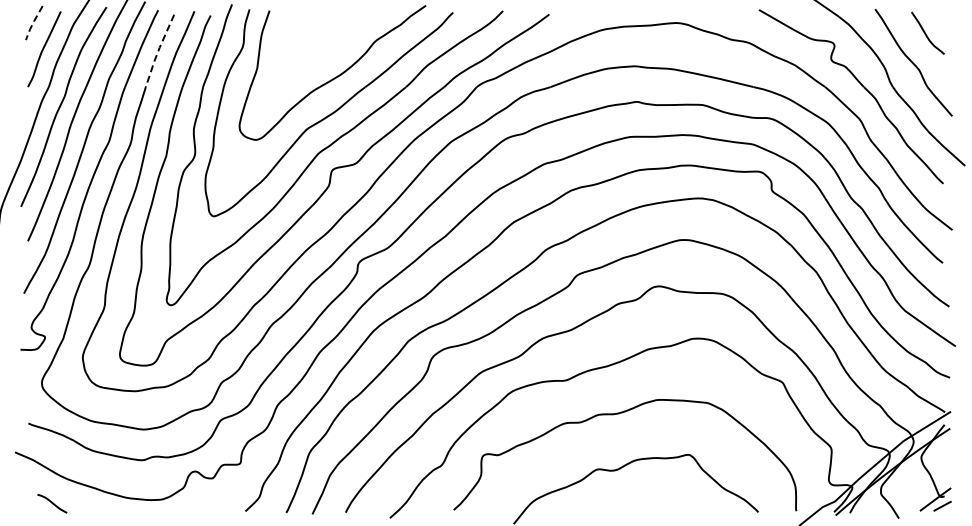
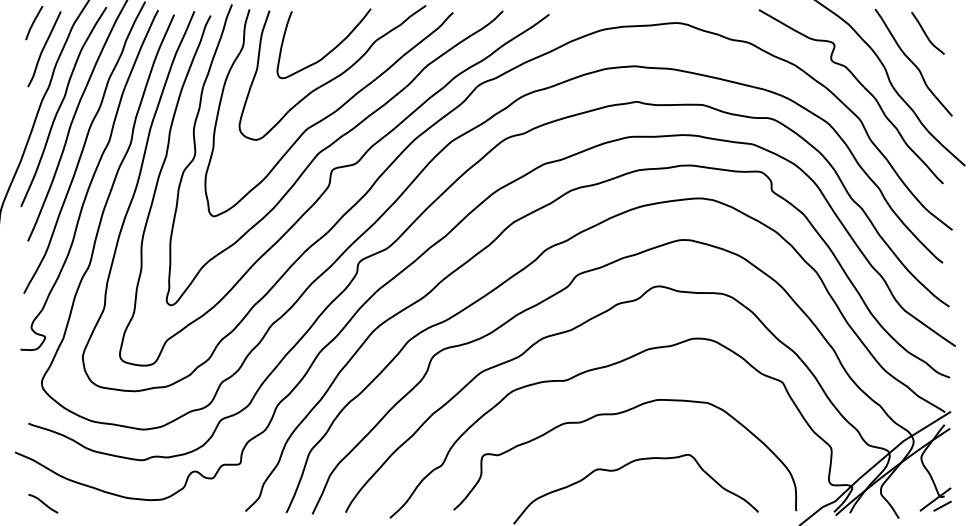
line at (33, 22): dashed -> solid
curve at (330, 50): none -> present
line at (158, 51): dashed -> solid
curve at (52, 503) position: (52, 503) -> (43, 503)
